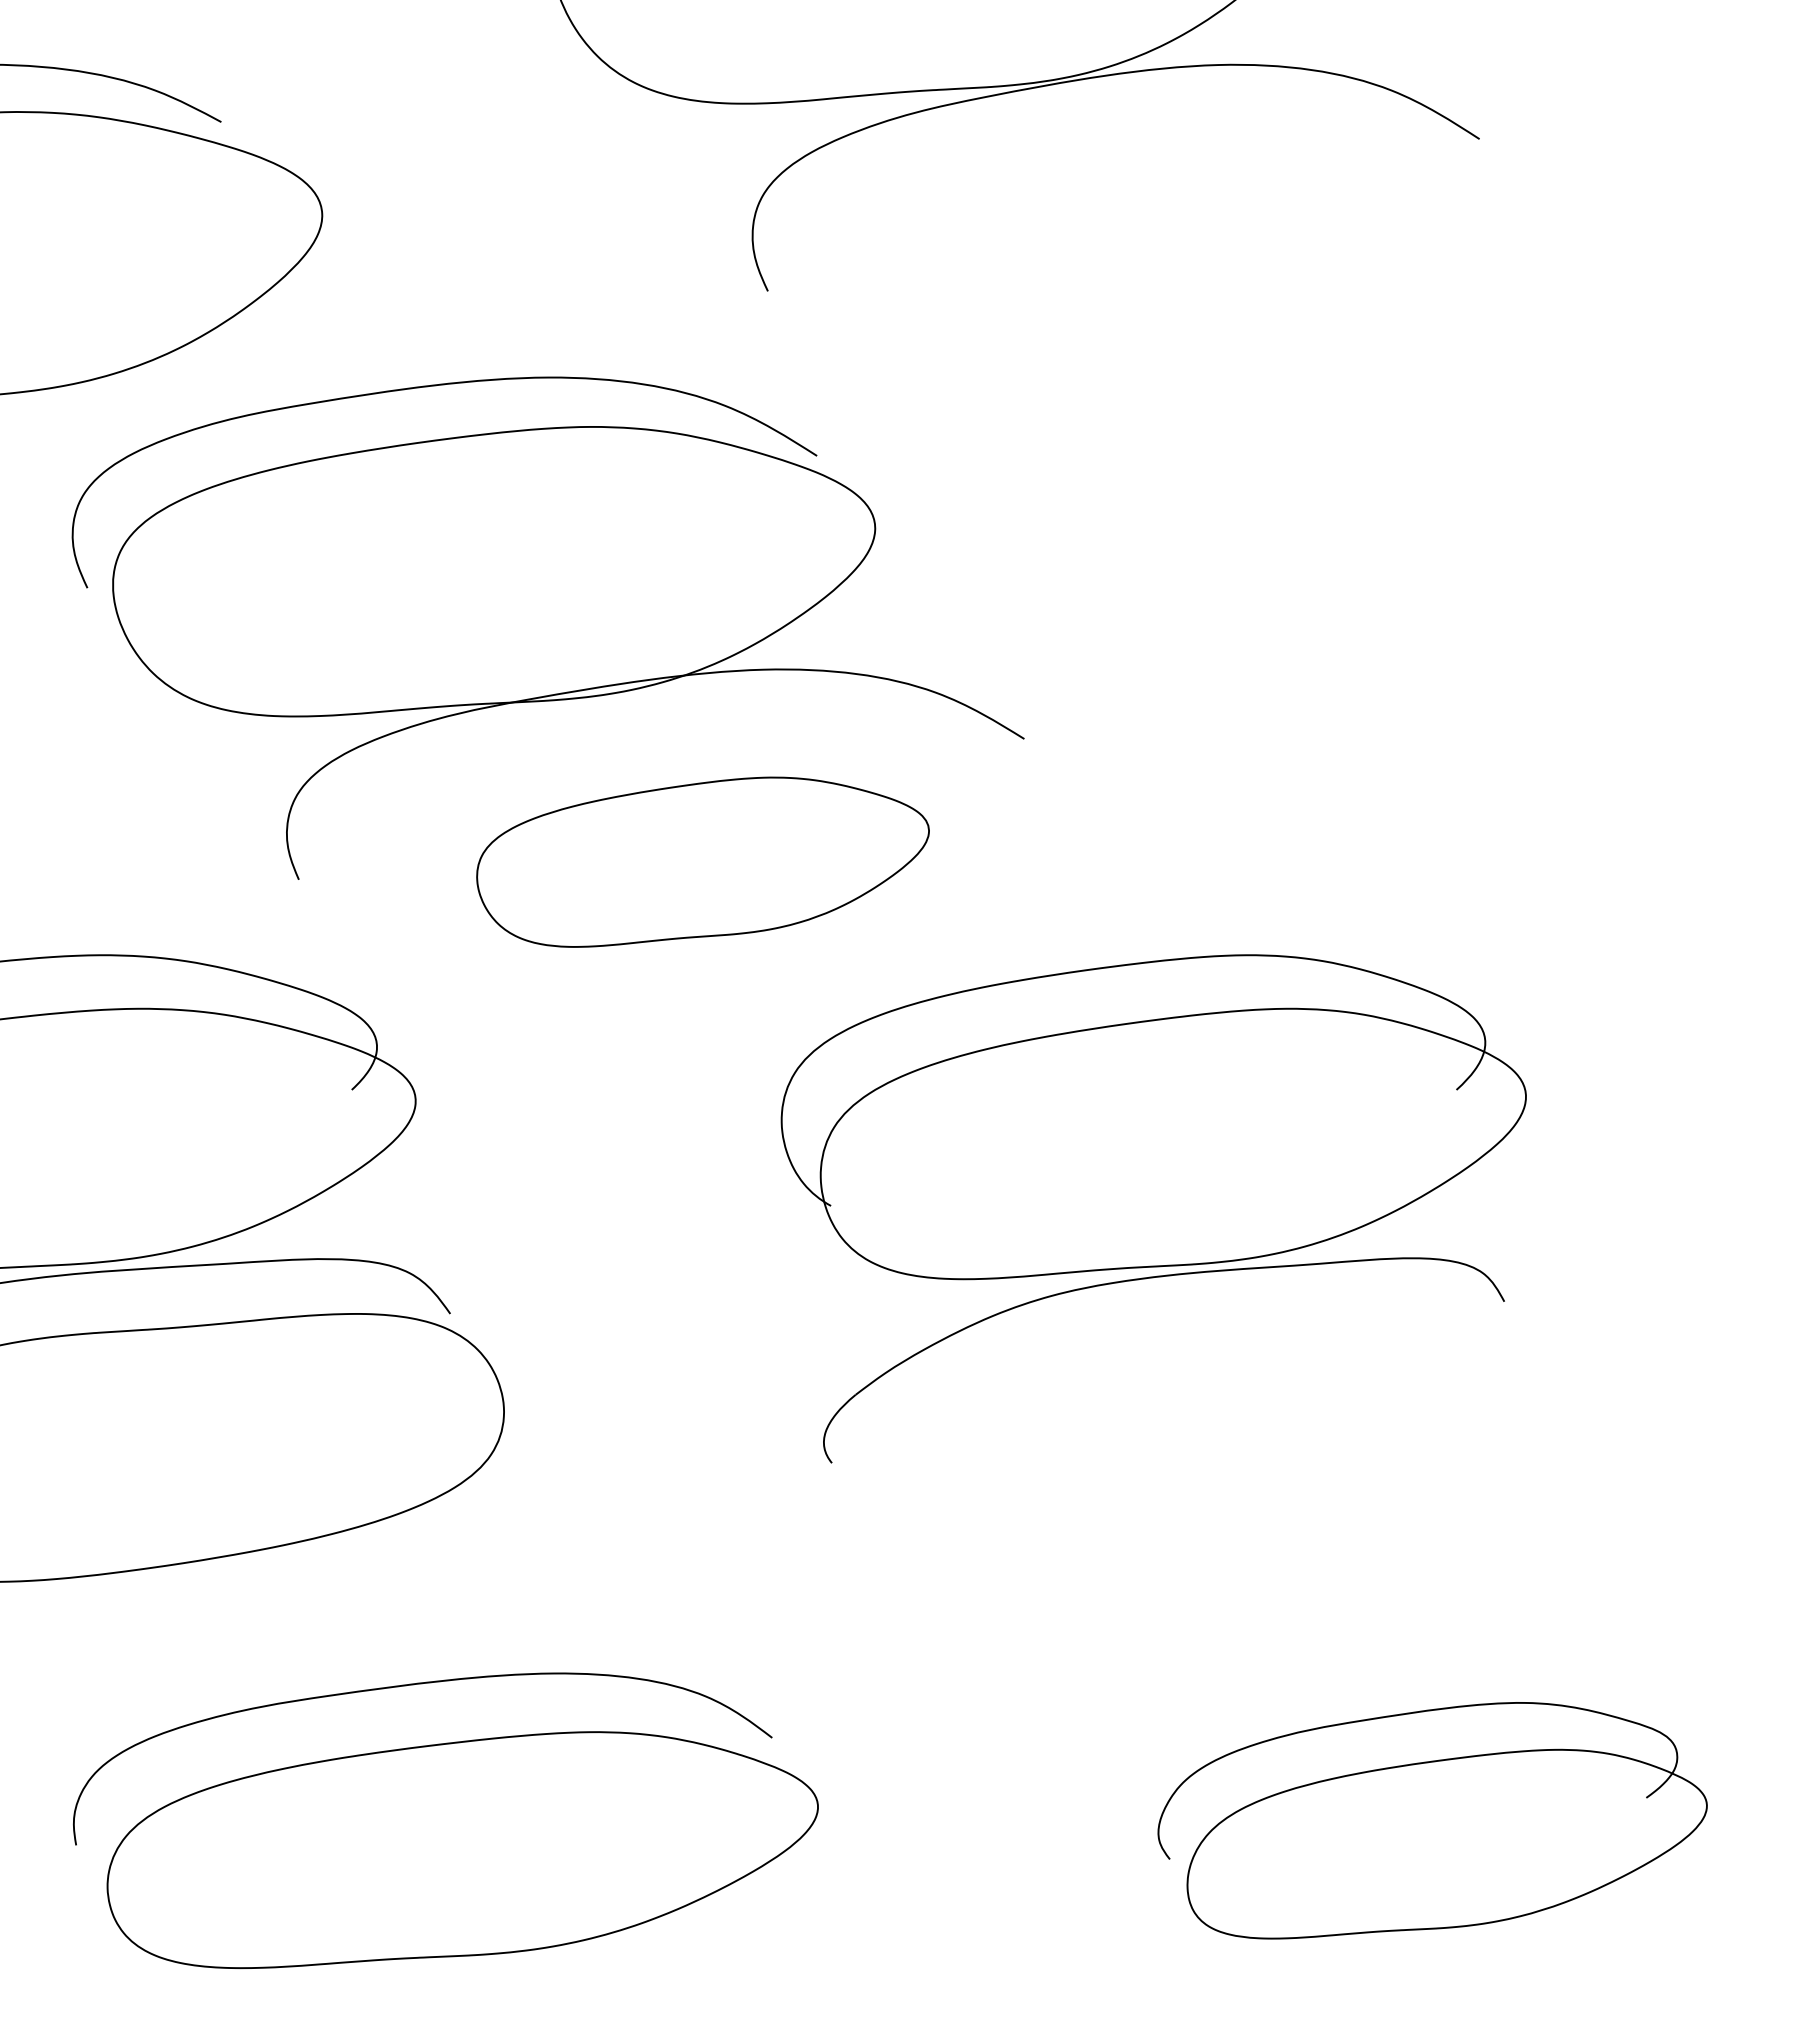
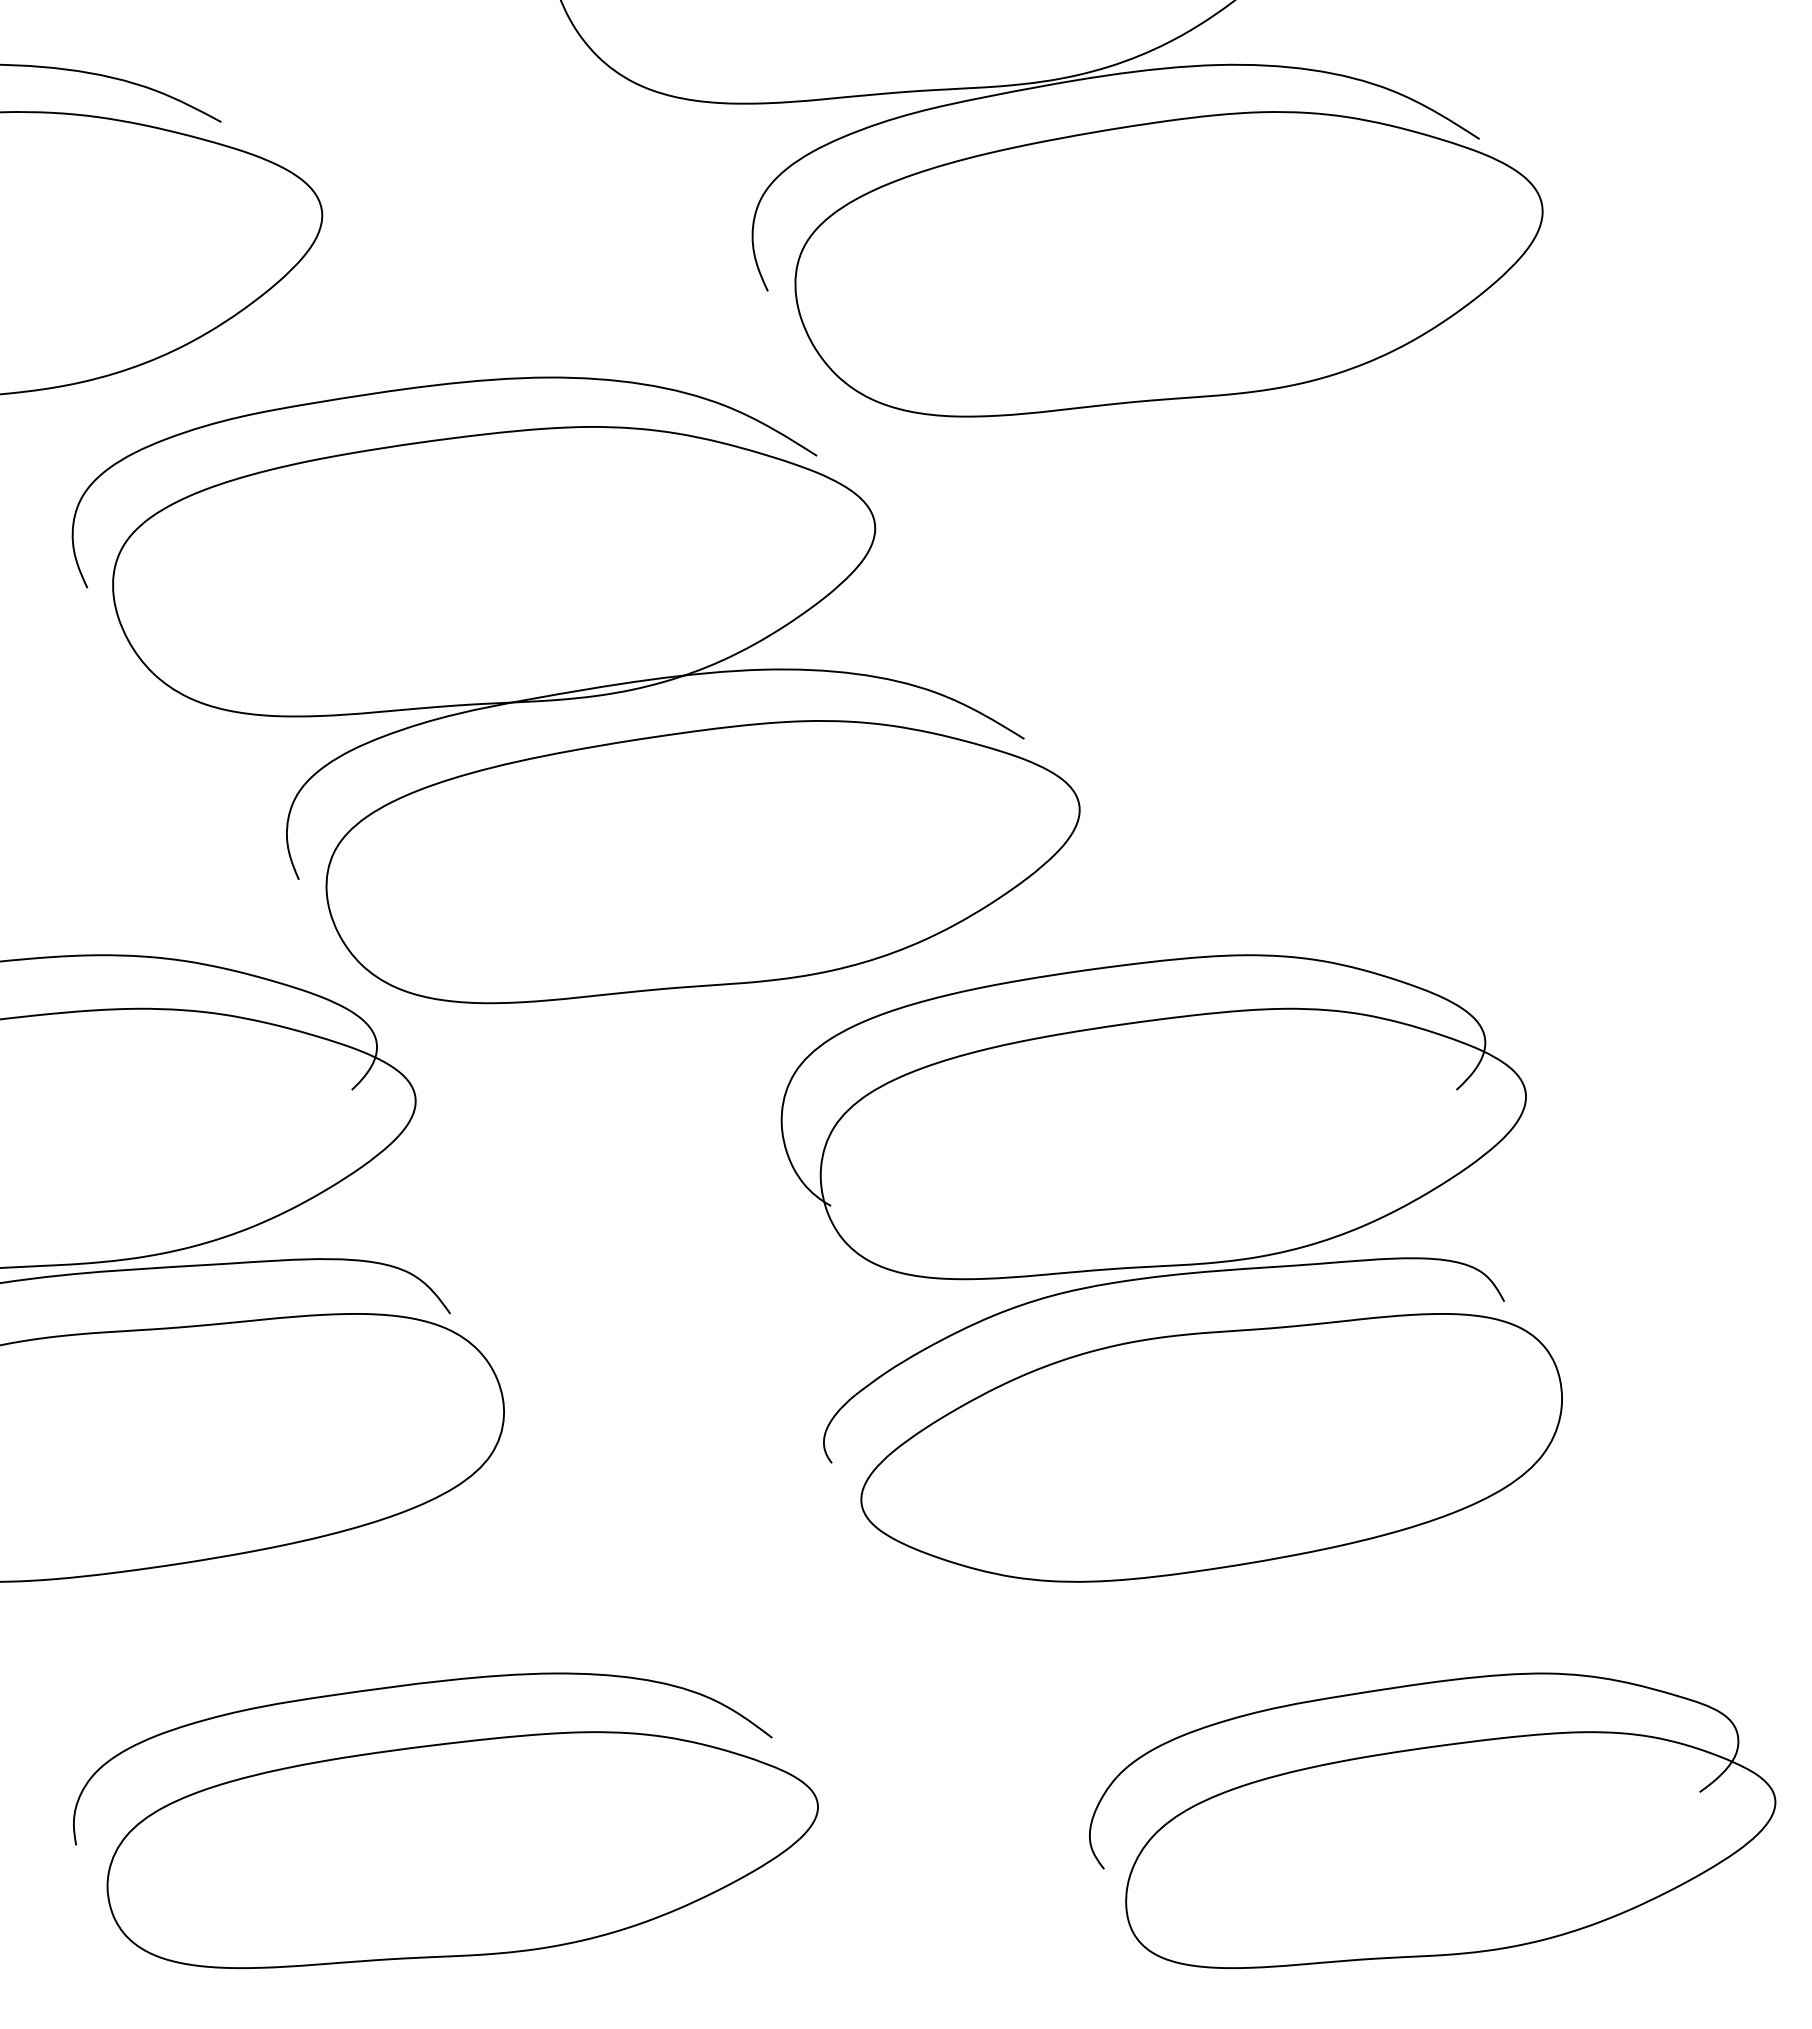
part at (1168, 264): none -> present
part at (702, 861) size: 454x172 px -> 756x285 px
part at (1211, 1447): none -> present
part at (1432, 1820) size: 551x238 px -> 688x297 px
